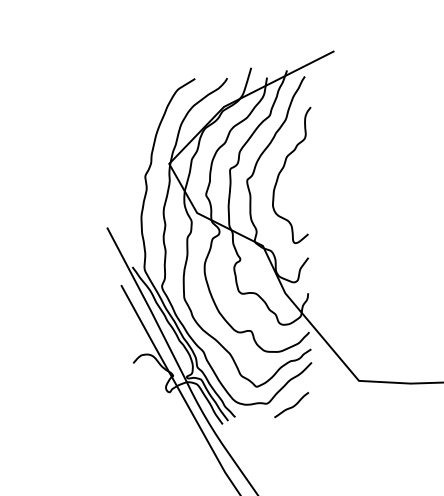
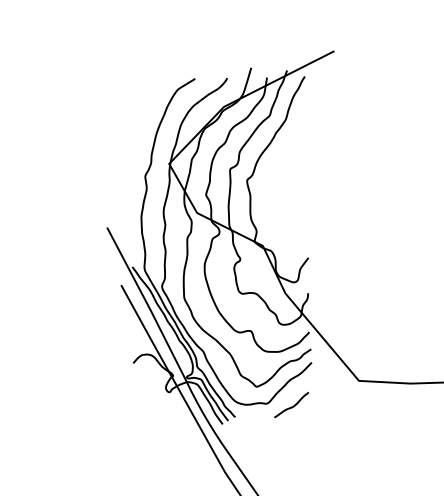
curve at (283, 169): present -> none
